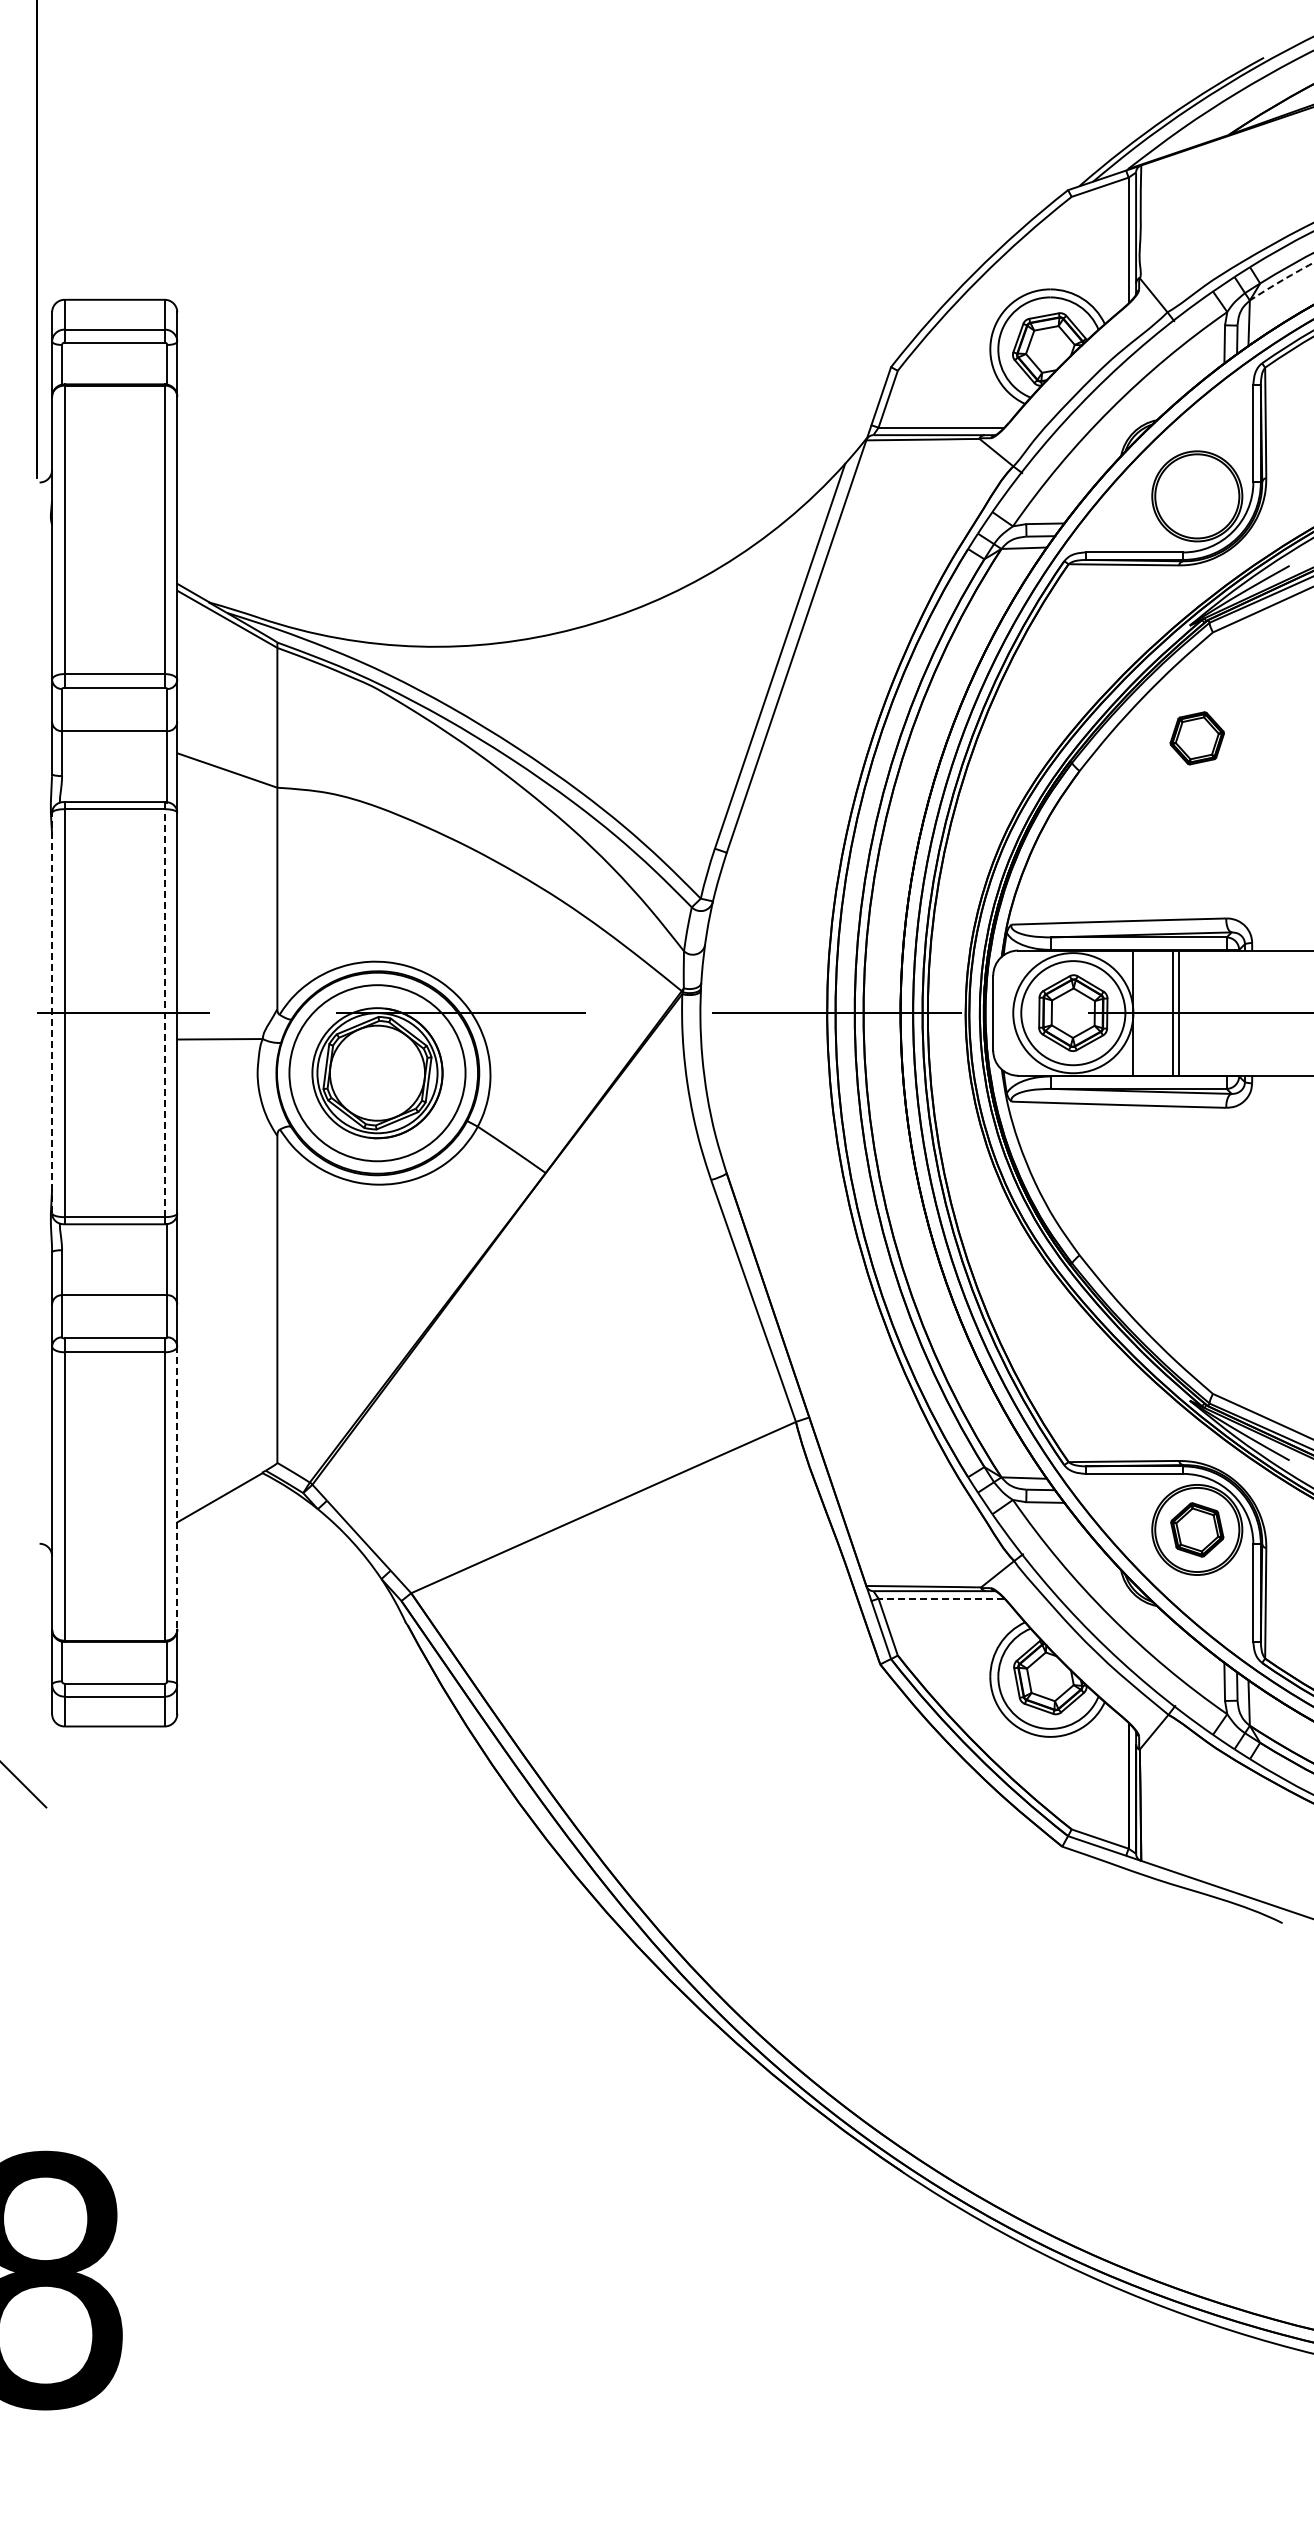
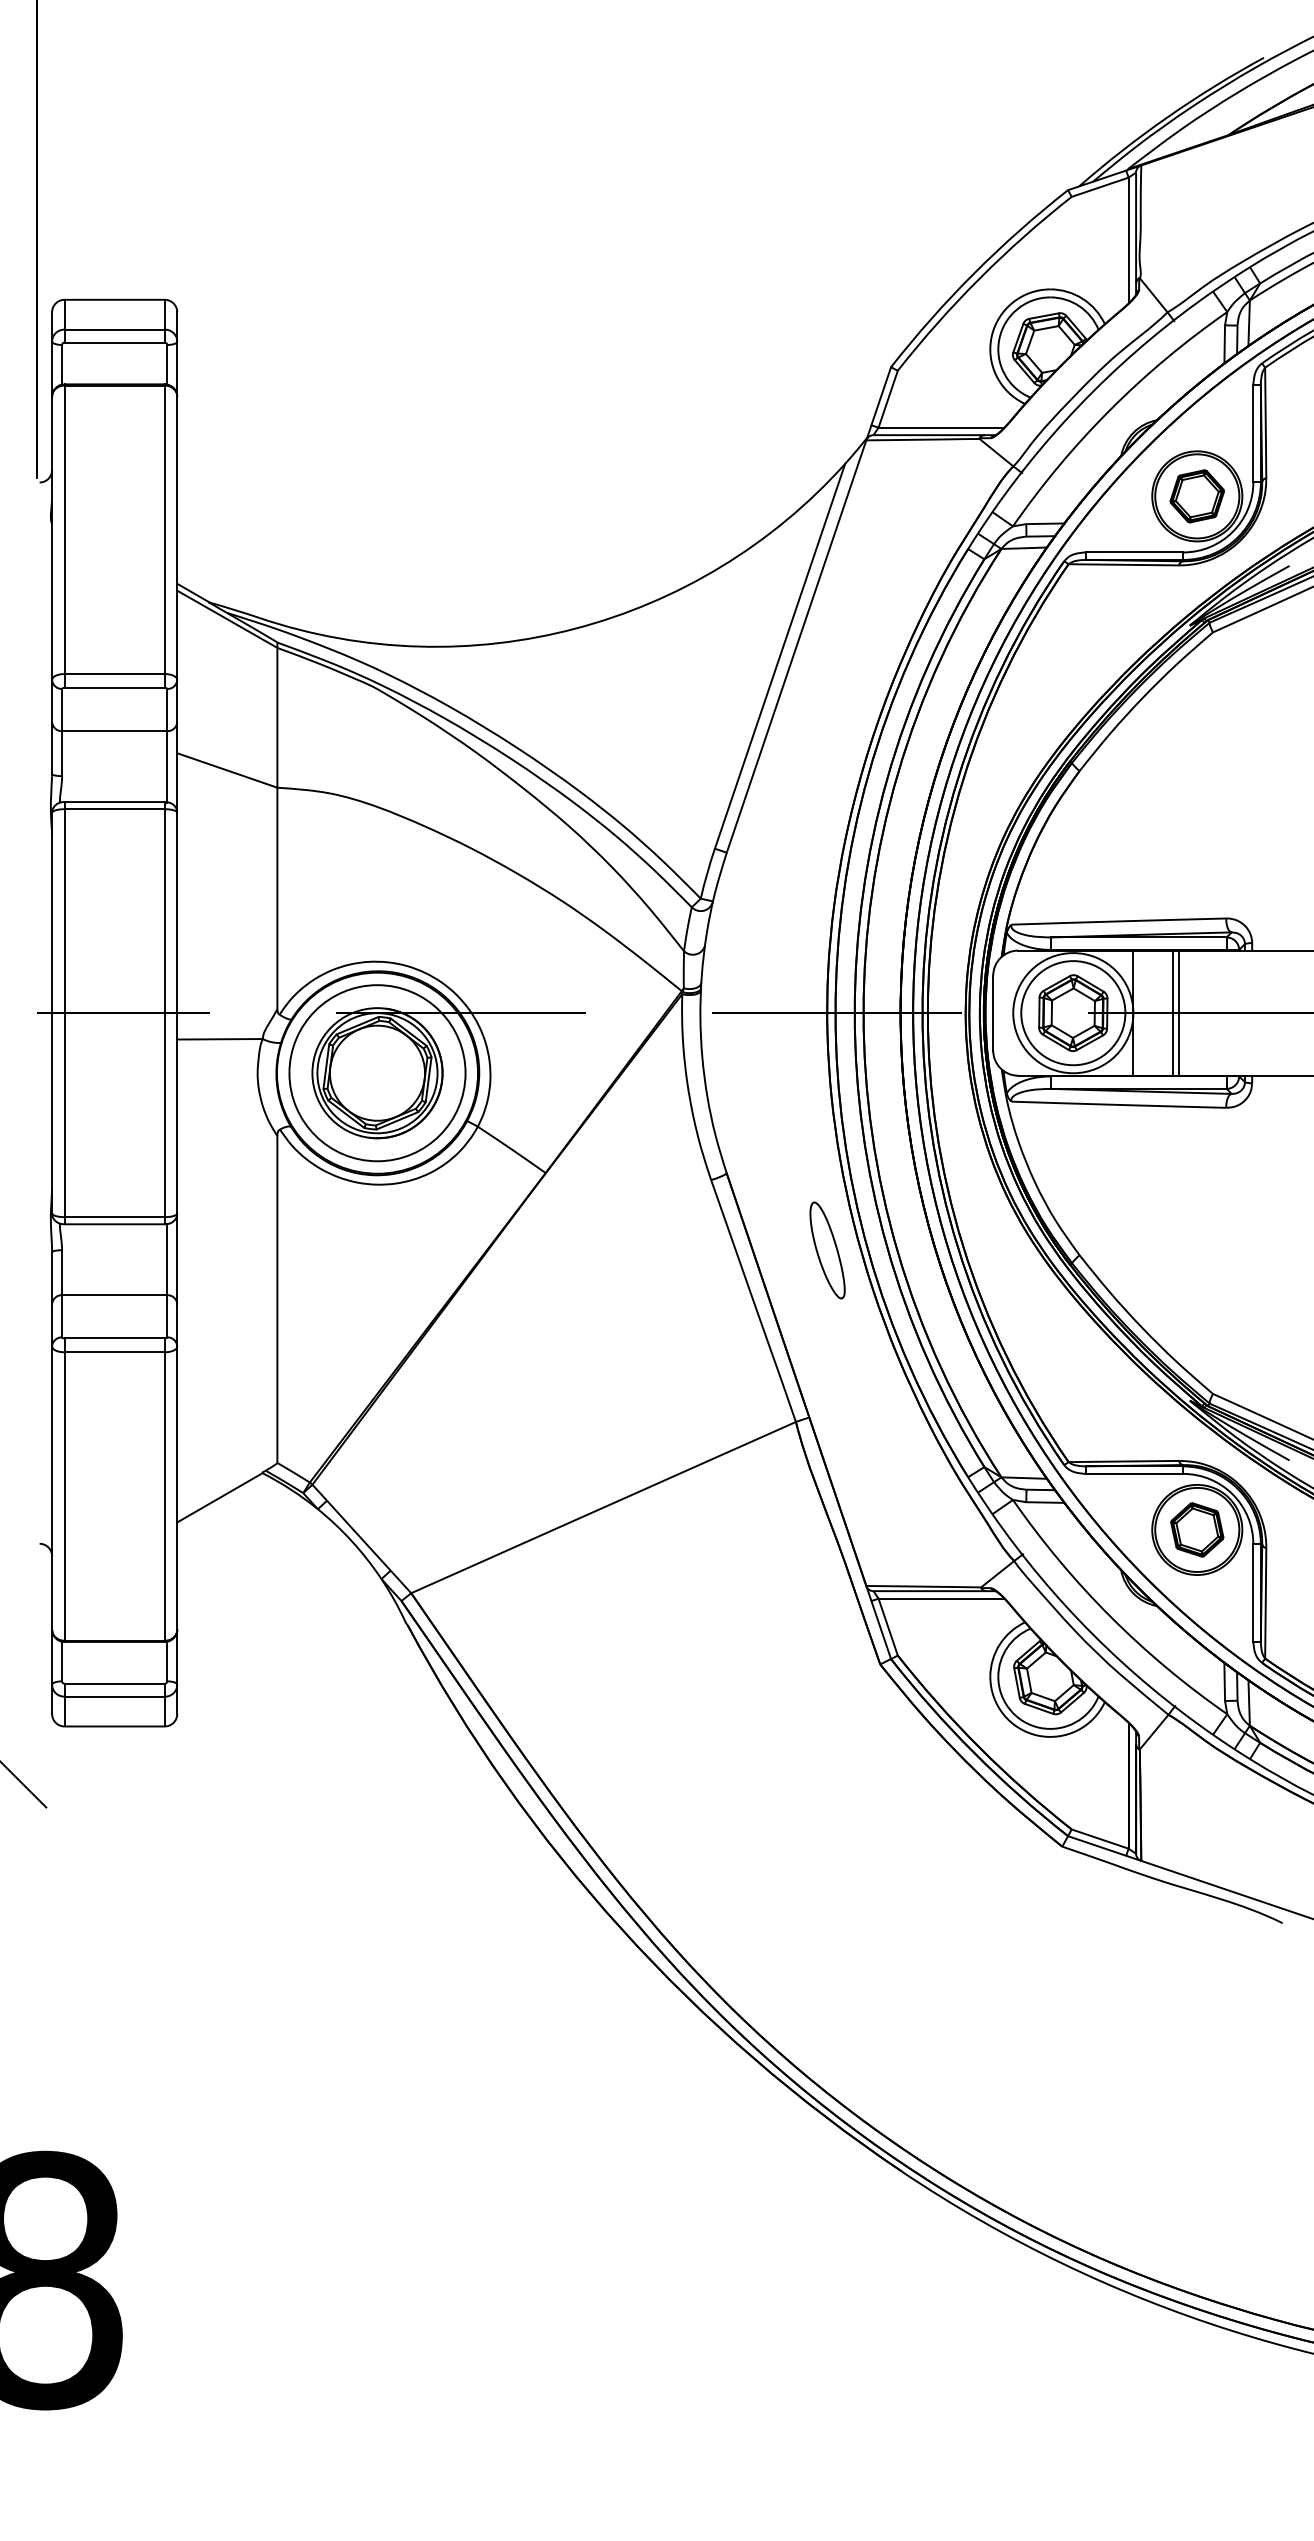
arc at (1281, 280): dashed -> solid
part at (1196, 738) position: (1196, 738) -> (1196, 496)
line at (52, 1012): dashed -> solid
line at (164, 1013): dashed -> solid
part at (827, 1250): none -> present
line at (177, 1488): dashed -> solid
line at (941, 1598): dashed -> solid
